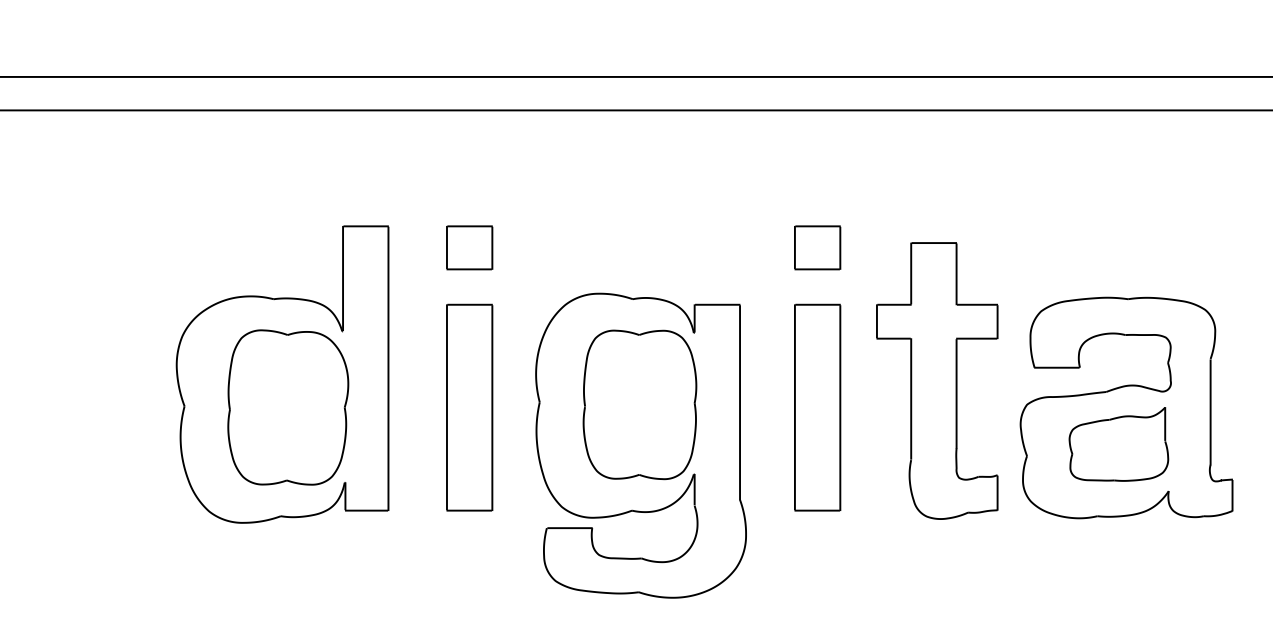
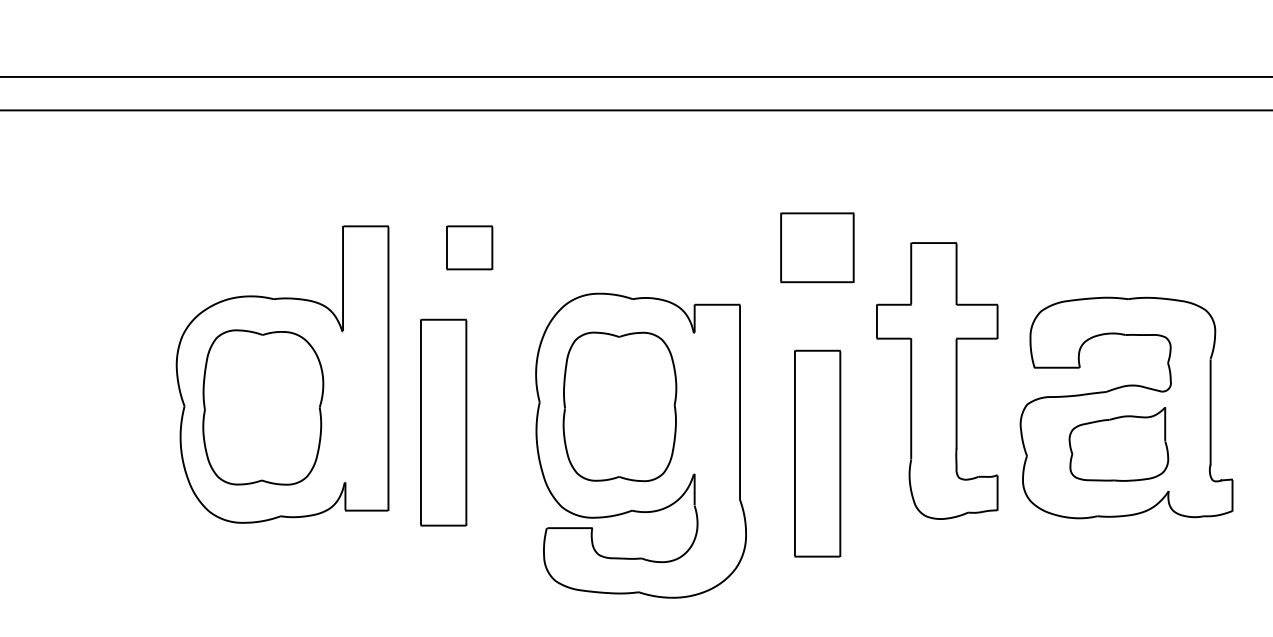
part at (817, 247) size: 48x46 px -> 75x72 px
part at (639, 404) position: (639, 404) -> (619, 406)
part at (288, 407) position: (288, 407) -> (263, 407)
part at (469, 407) position: (469, 407) -> (443, 422)
part at (817, 407) position: (817, 407) -> (817, 453)
